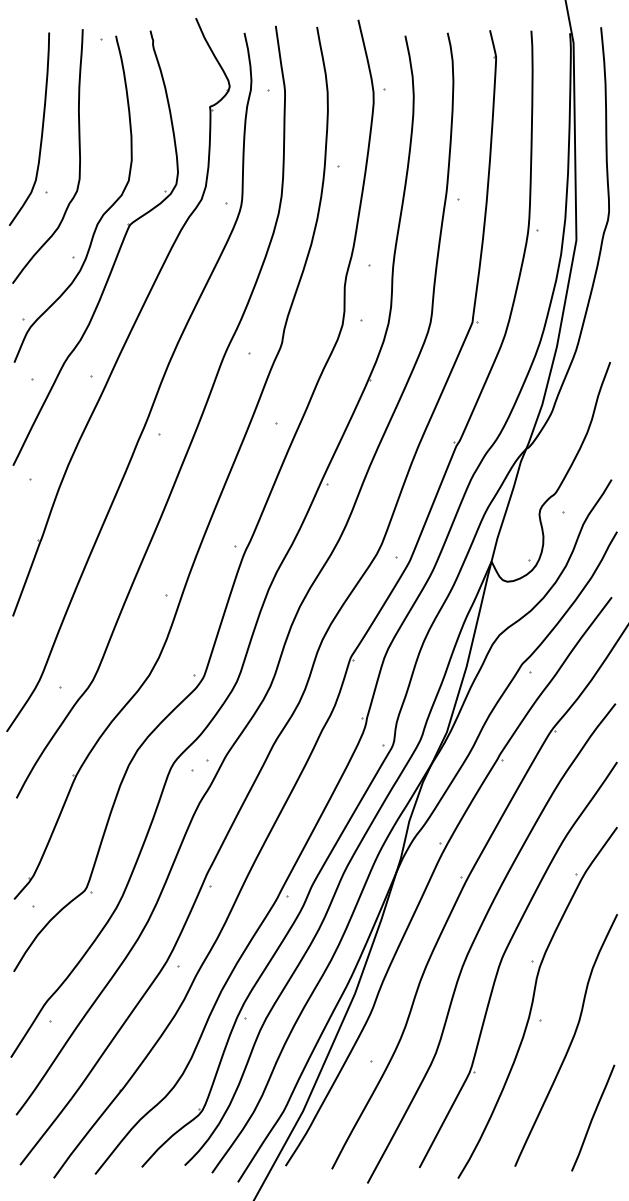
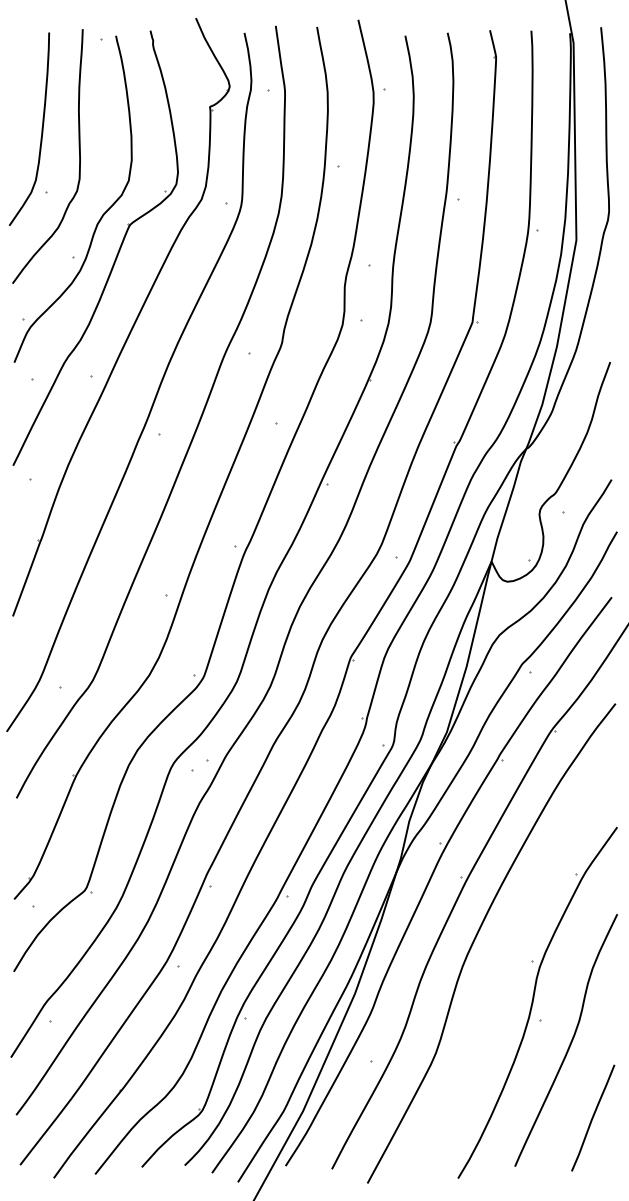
part at (502, 960): present -> none
